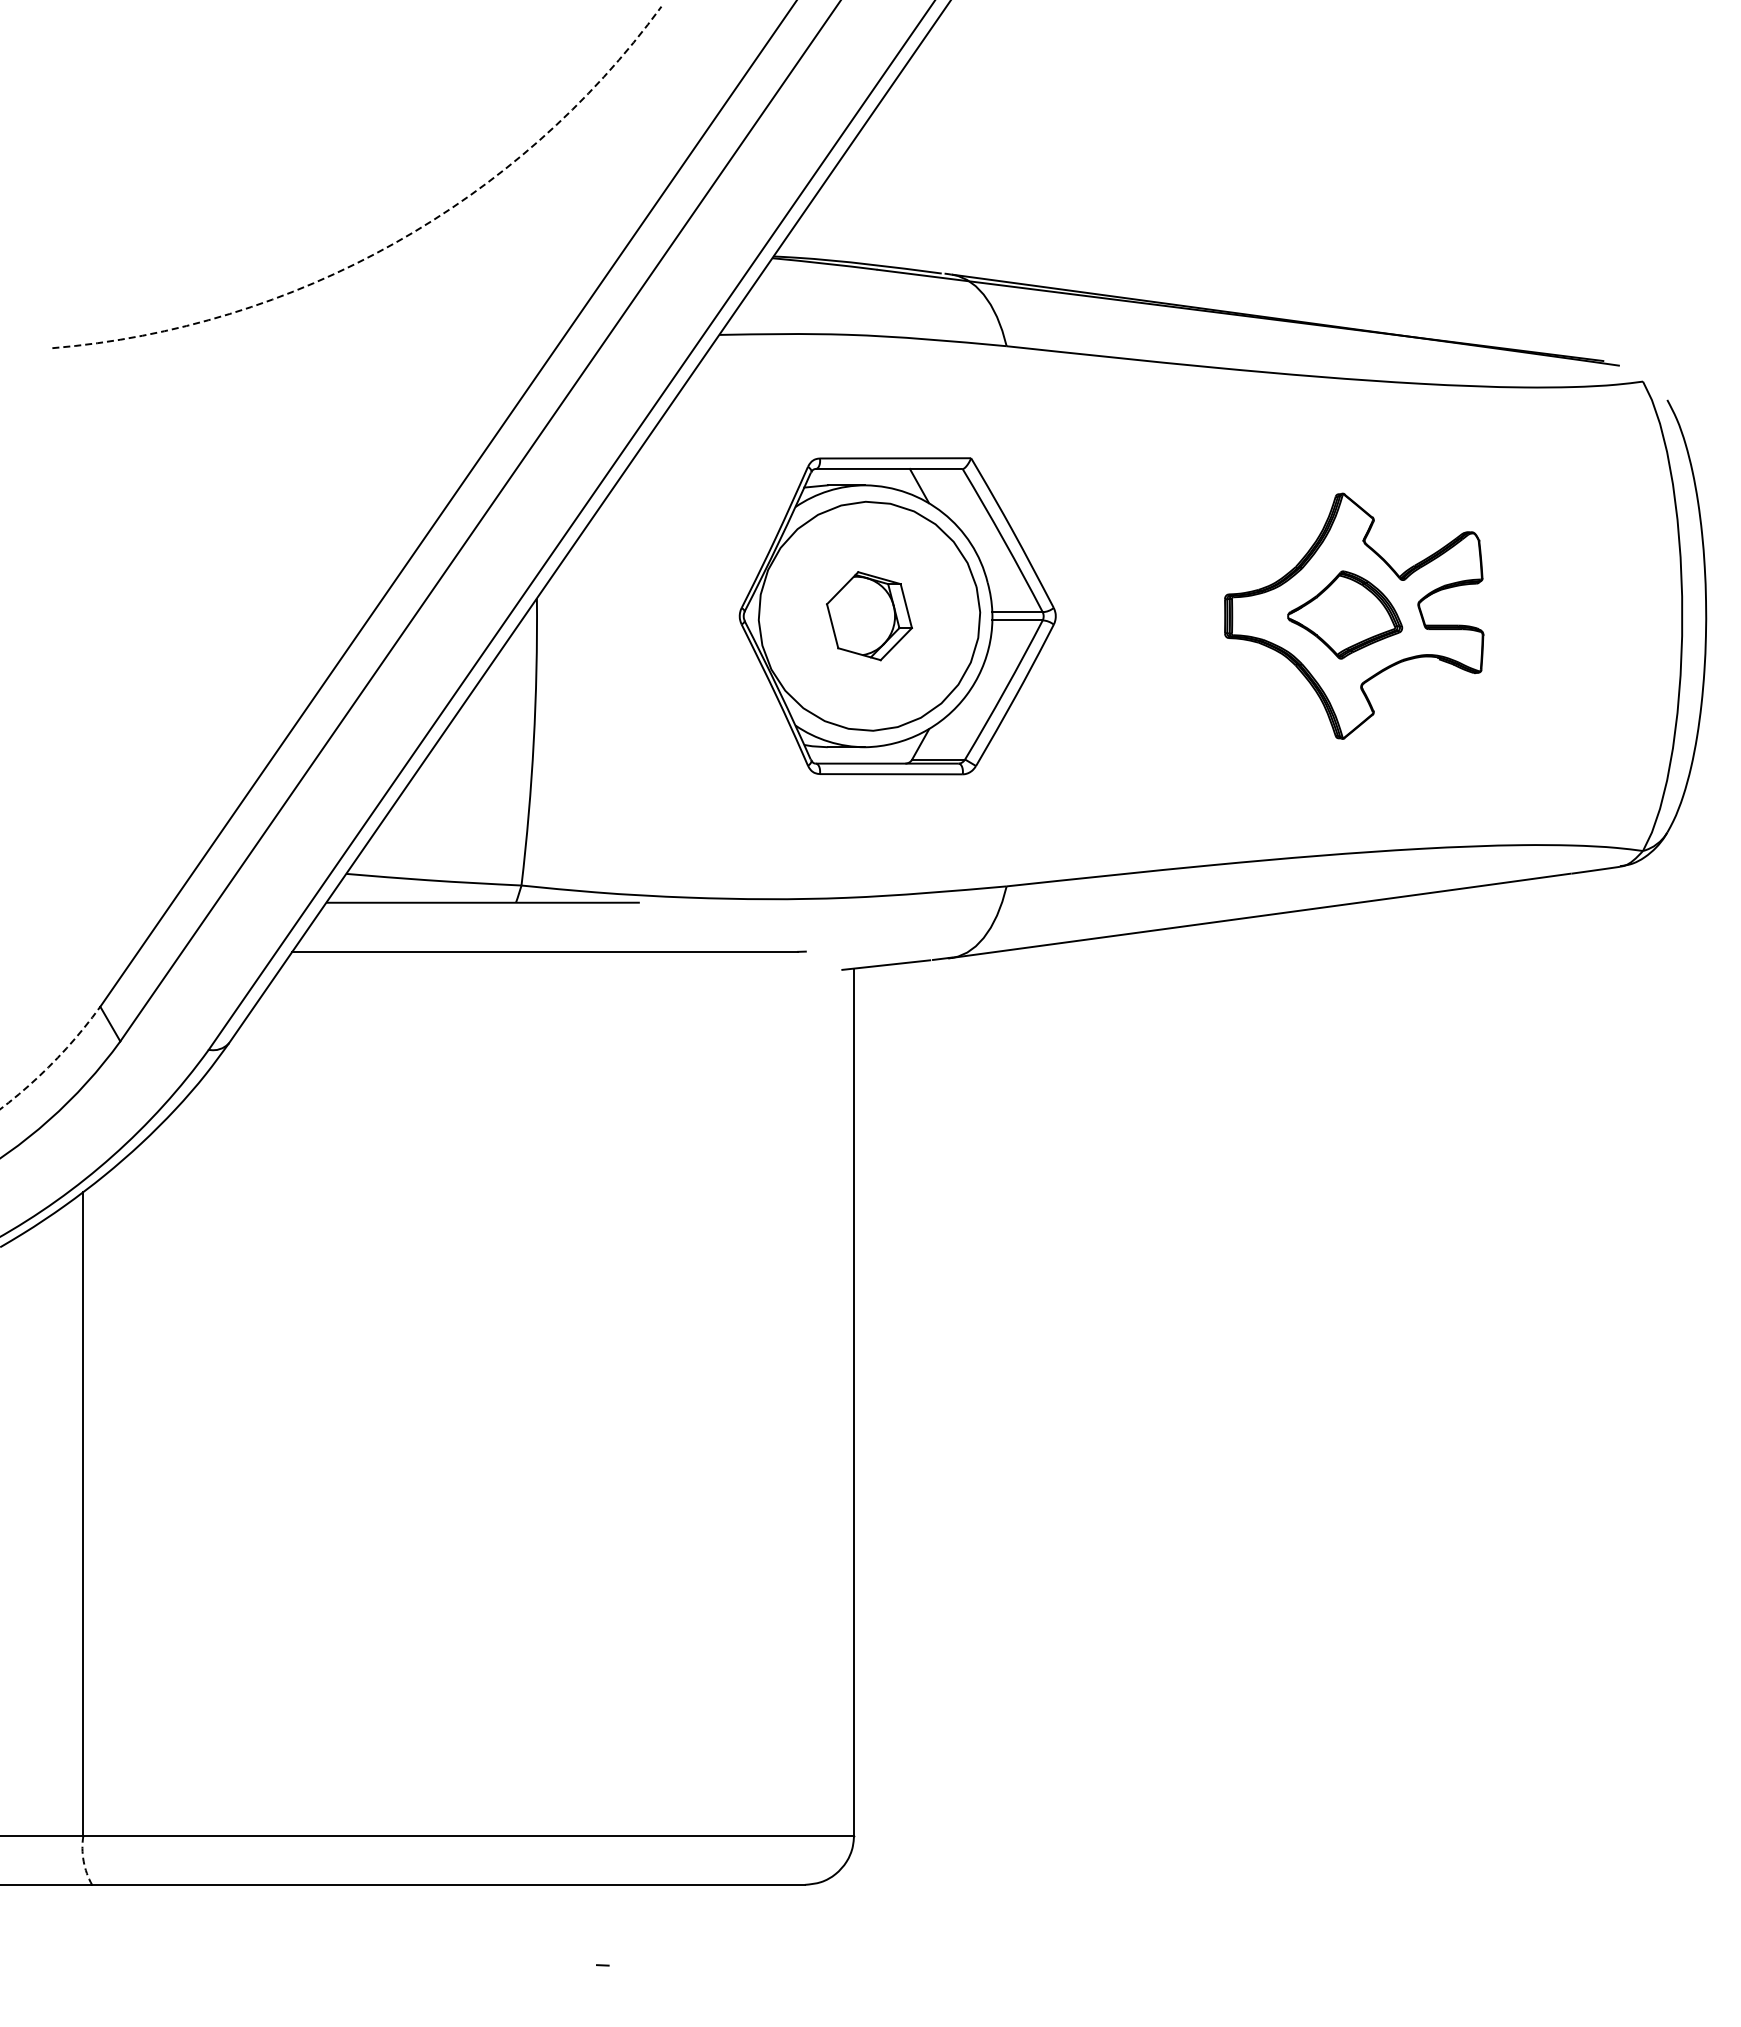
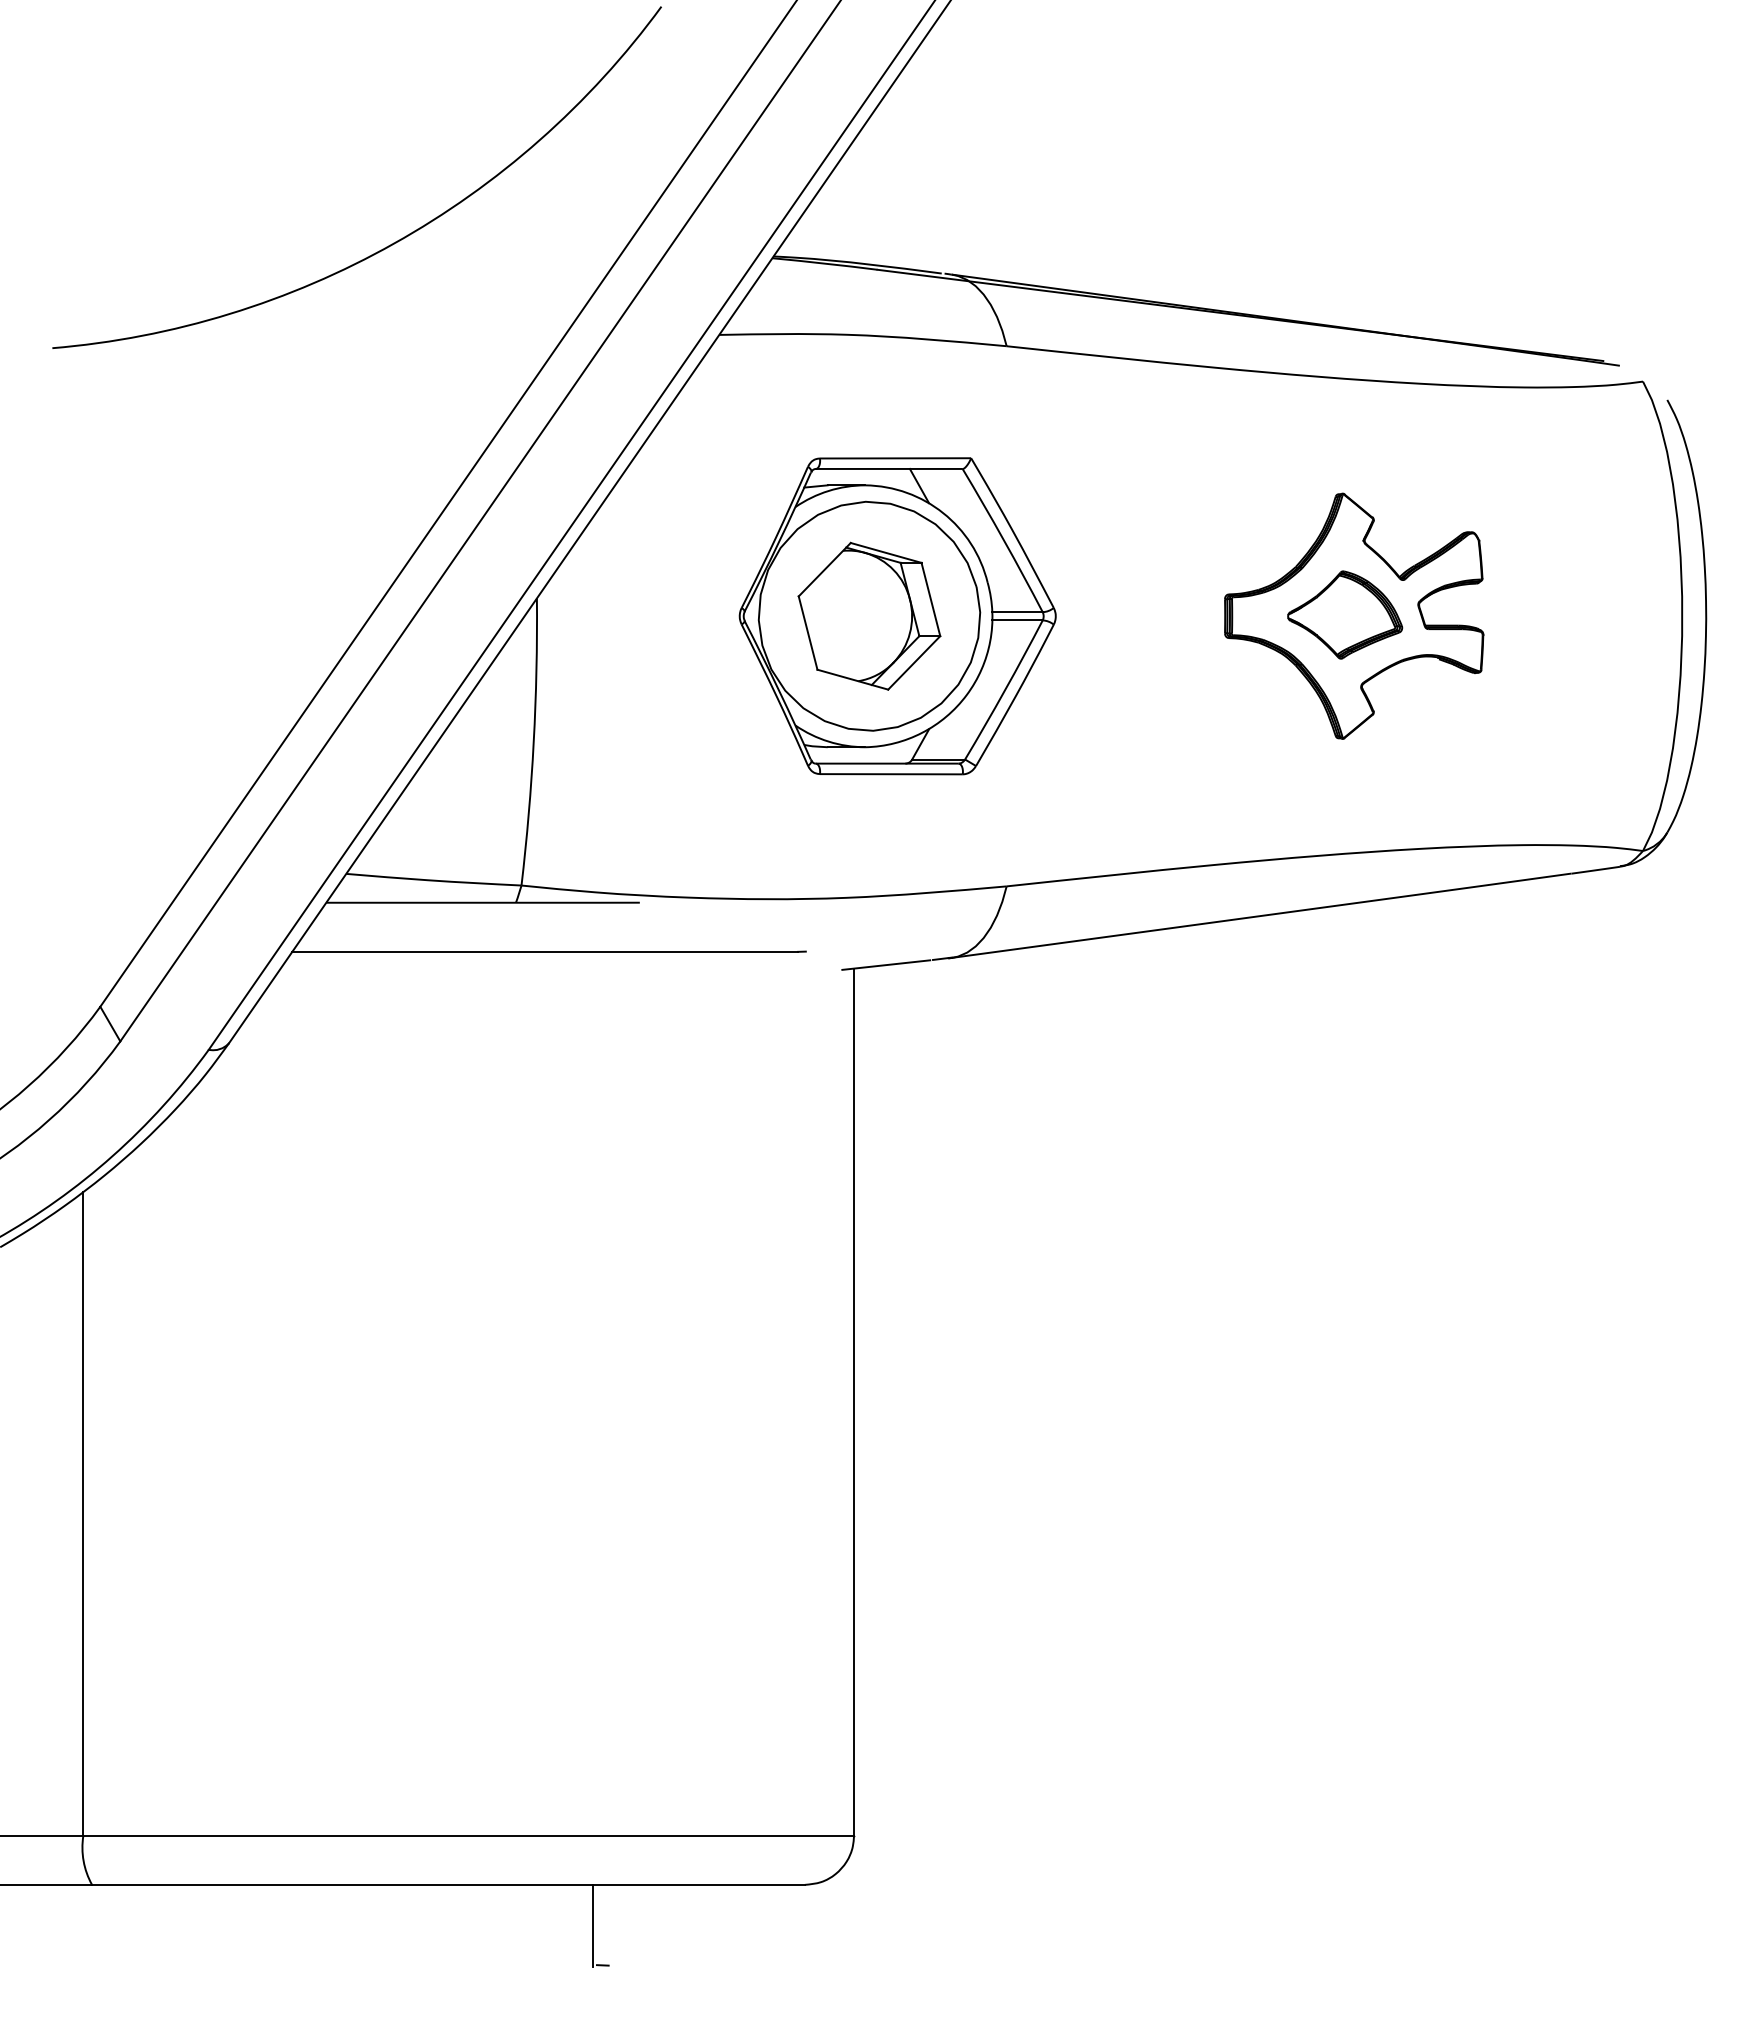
arc at (394, 243): dashed -> solid
part at (869, 616) size: 88x91 px -> 145x150 px
arc at (53, 1061): dashed -> solid
arc at (83, 1861): dashed -> solid
line at (592, 1925): none -> present
